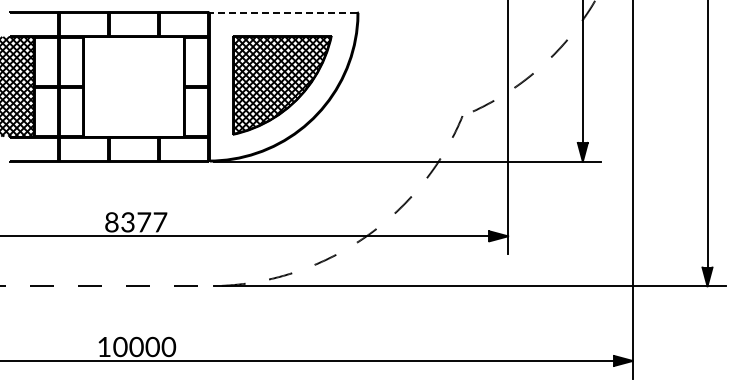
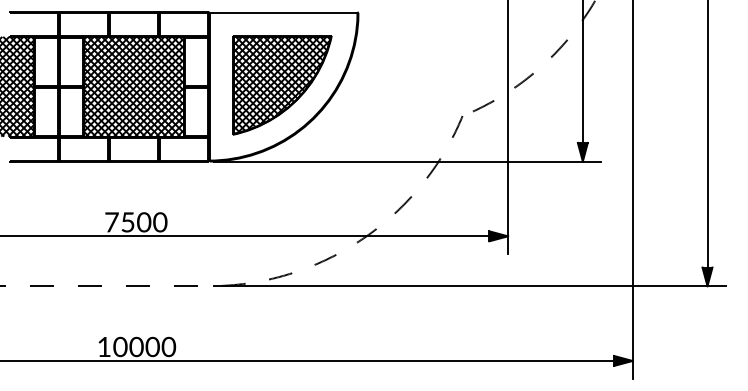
line at (283, 12): dashed -> solid
hatch at (133, 86): none -> present
text at (136, 222): 8377 -> 7500
